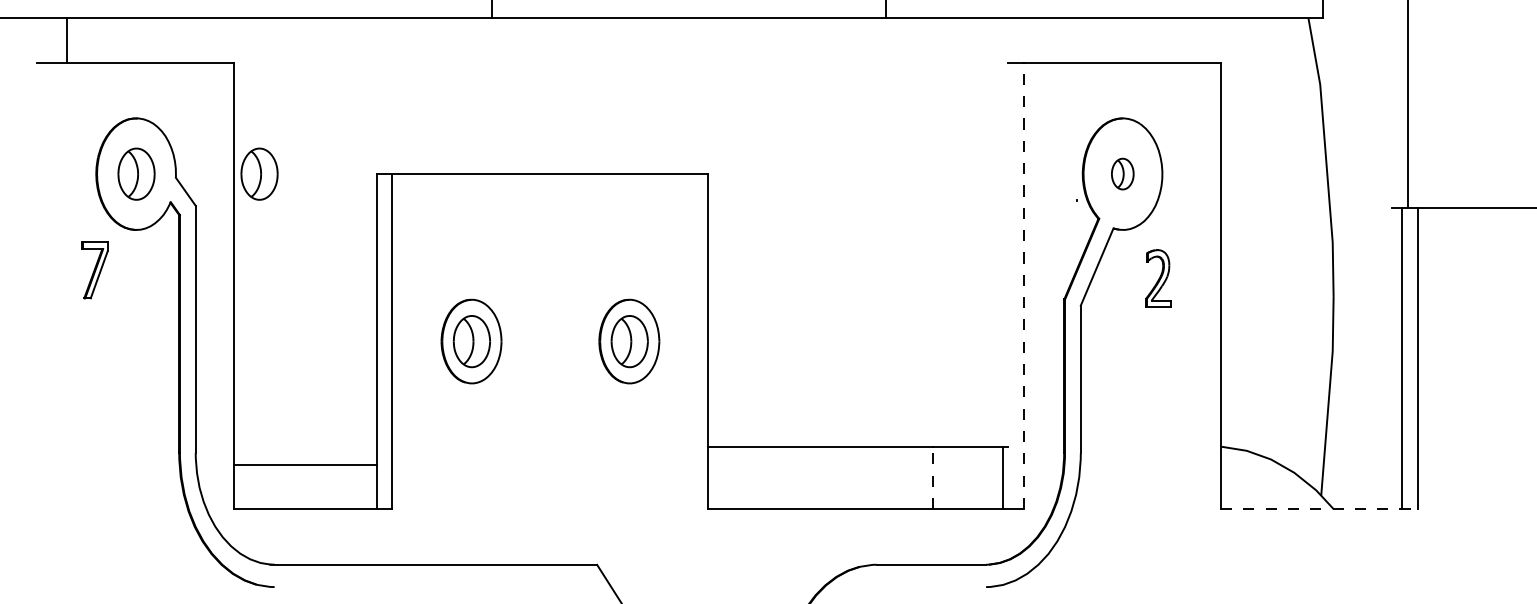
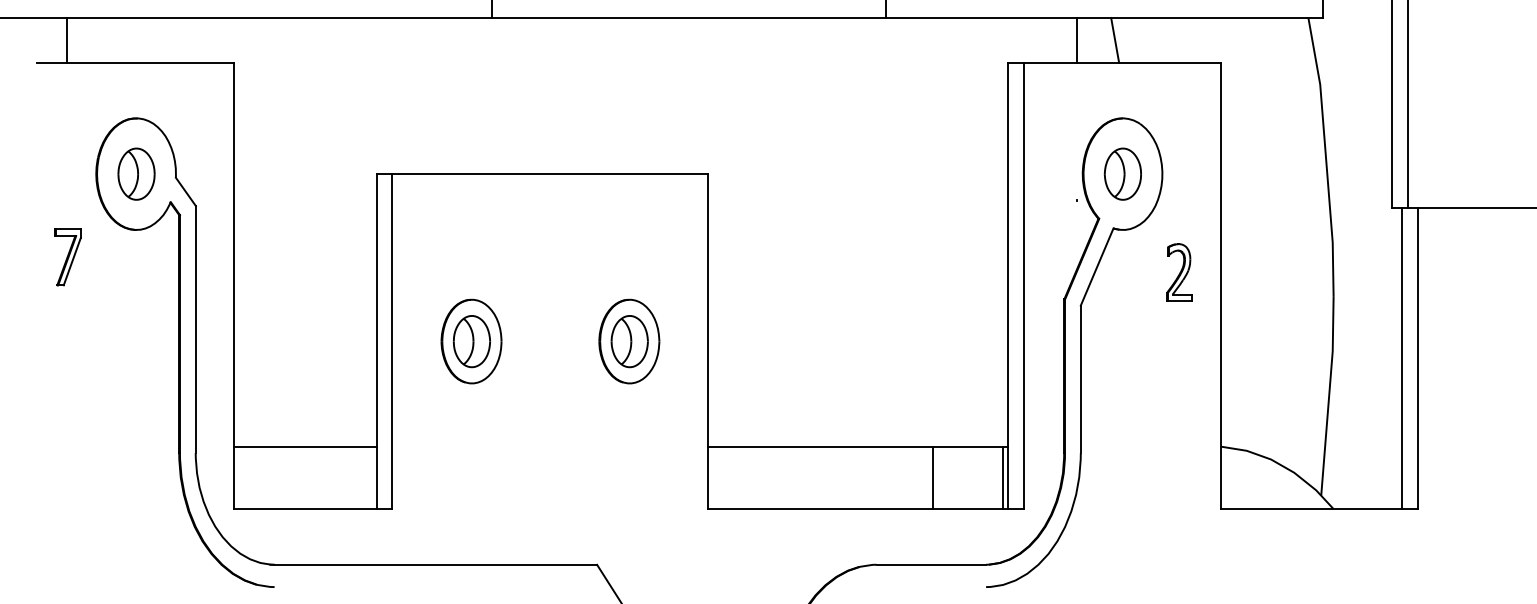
line at (1077, 40): none -> present
line at (1115, 40): none -> present
line at (1392, 104): none -> present
part at (259, 173): present -> none
part at (1122, 173) size: 24x34 px -> 39x54 px
part at (94, 270) position: (94, 270) -> (67, 257)
part at (1158, 278) position: (1158, 278) -> (1179, 272)
line at (1007, 285): none -> present
line at (1023, 285): dashed -> solid
line at (305, 464) position: (305, 464) -> (305, 446)
line at (933, 477): dashed -> solid
line at (1319, 509): dashed -> solid
